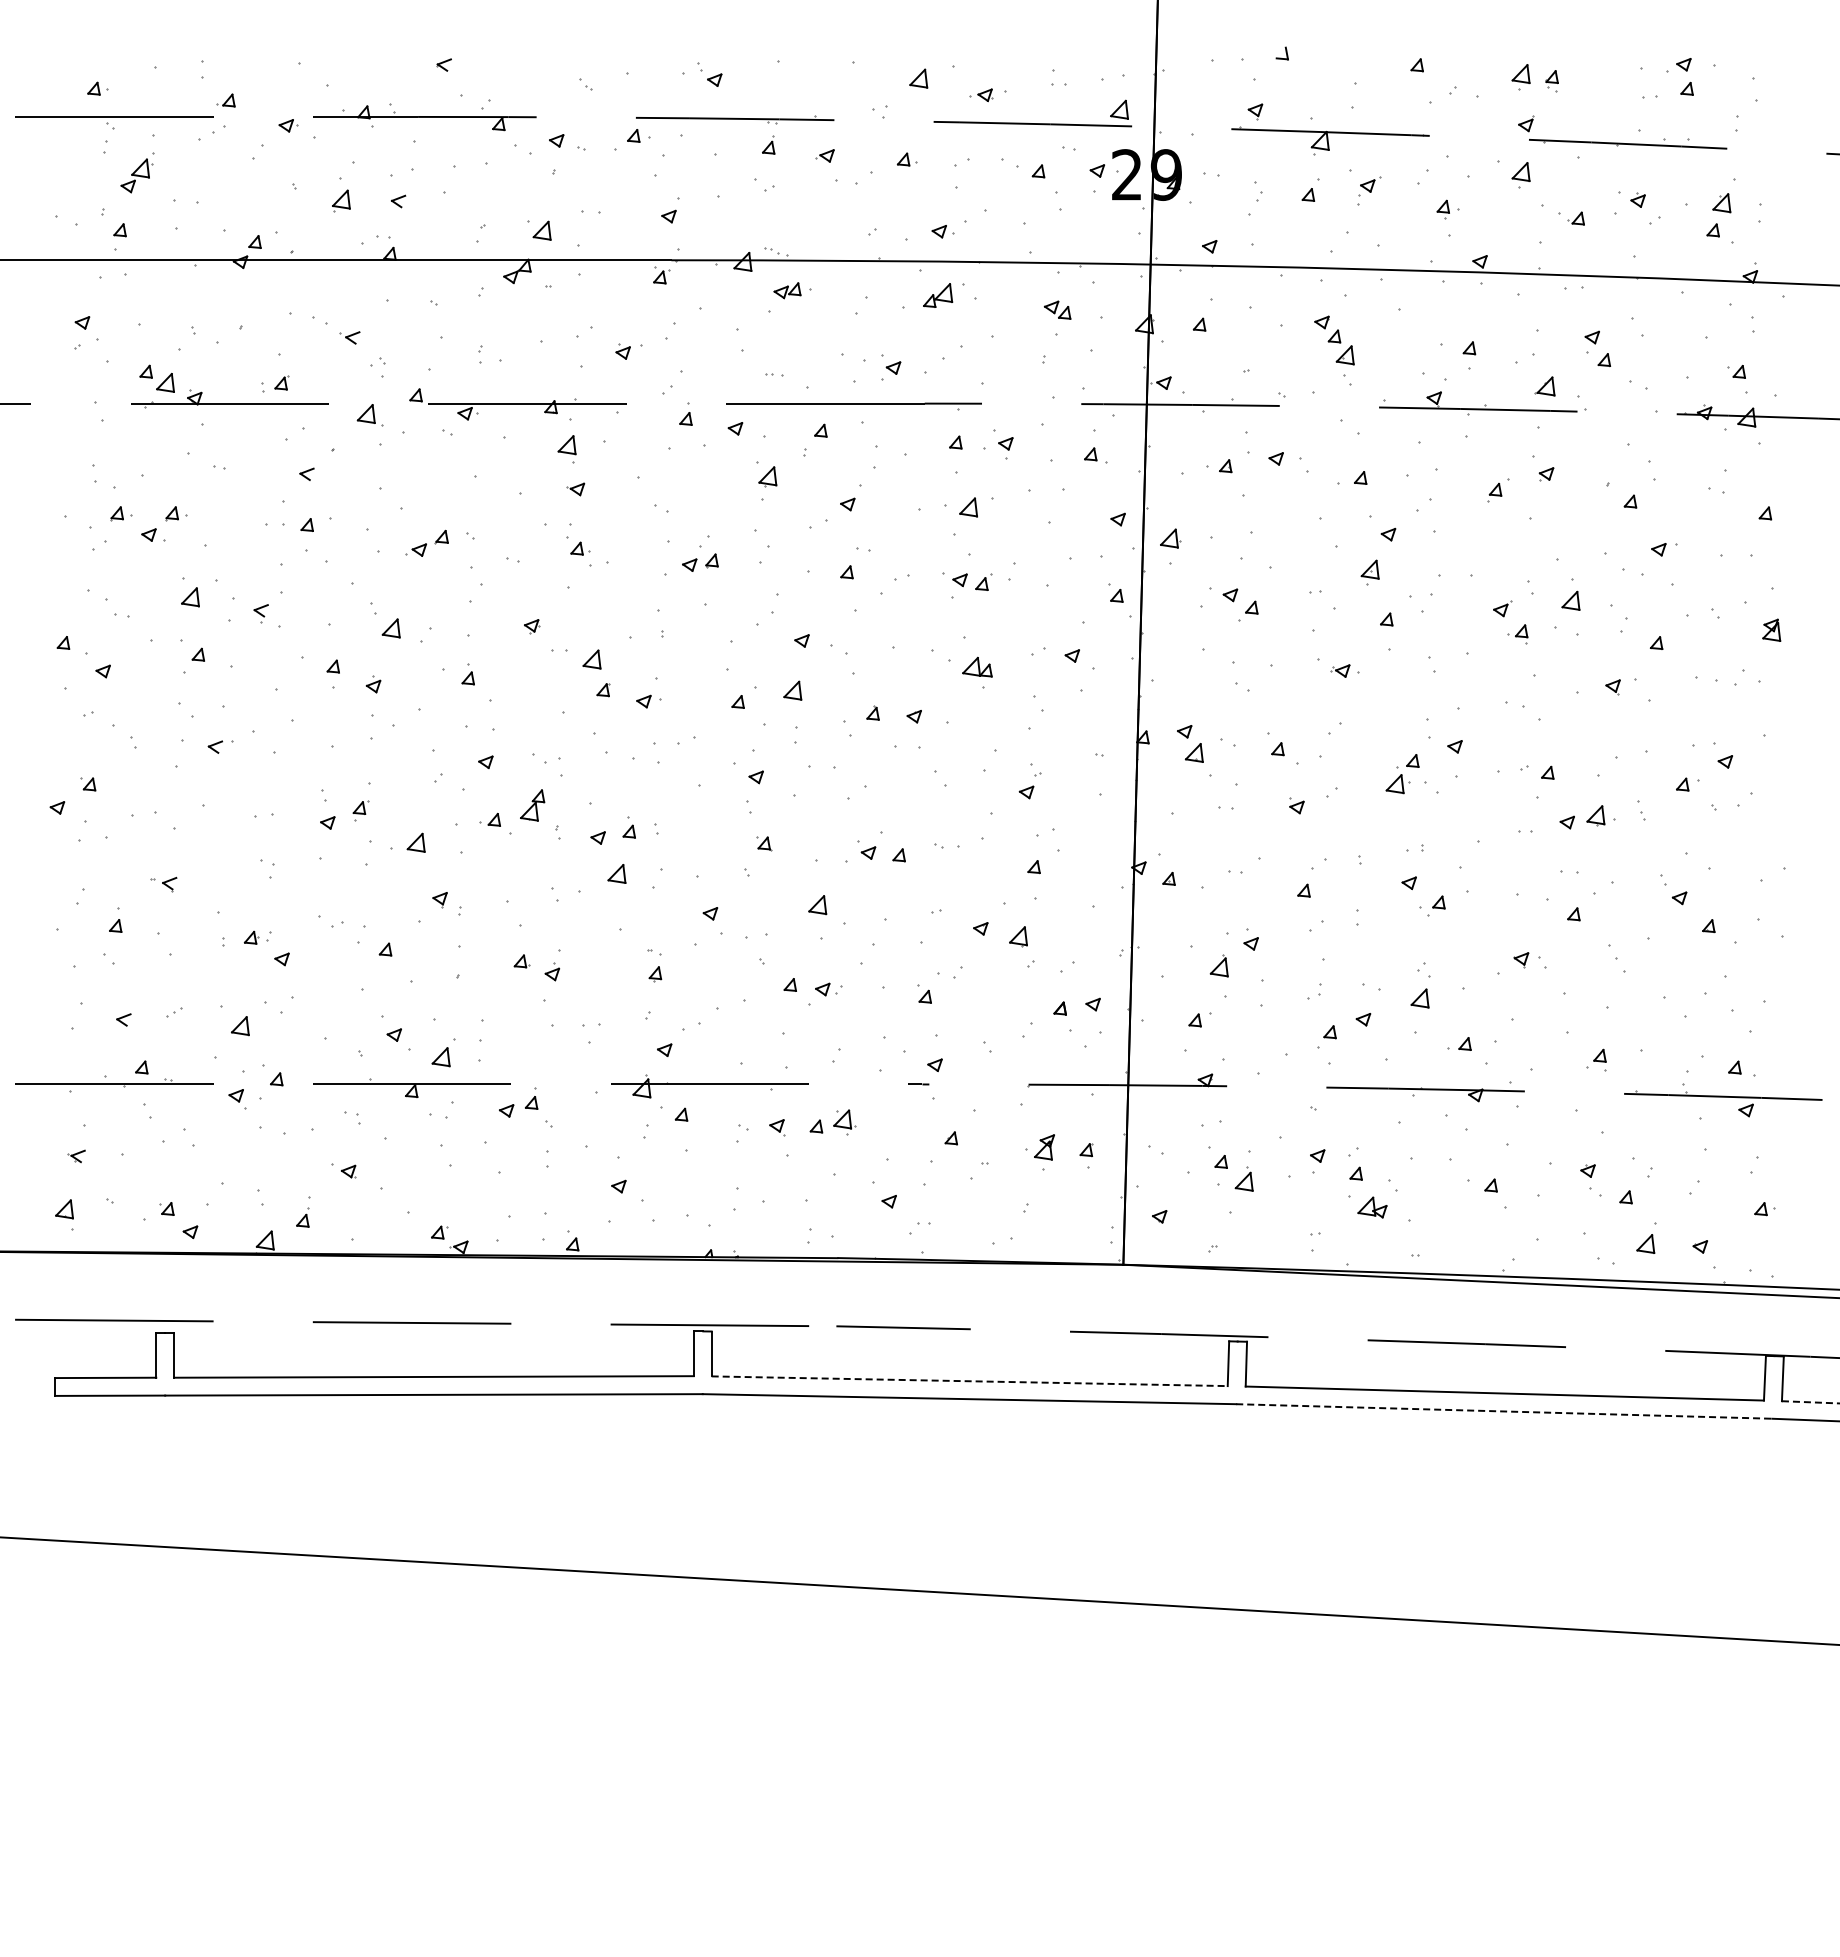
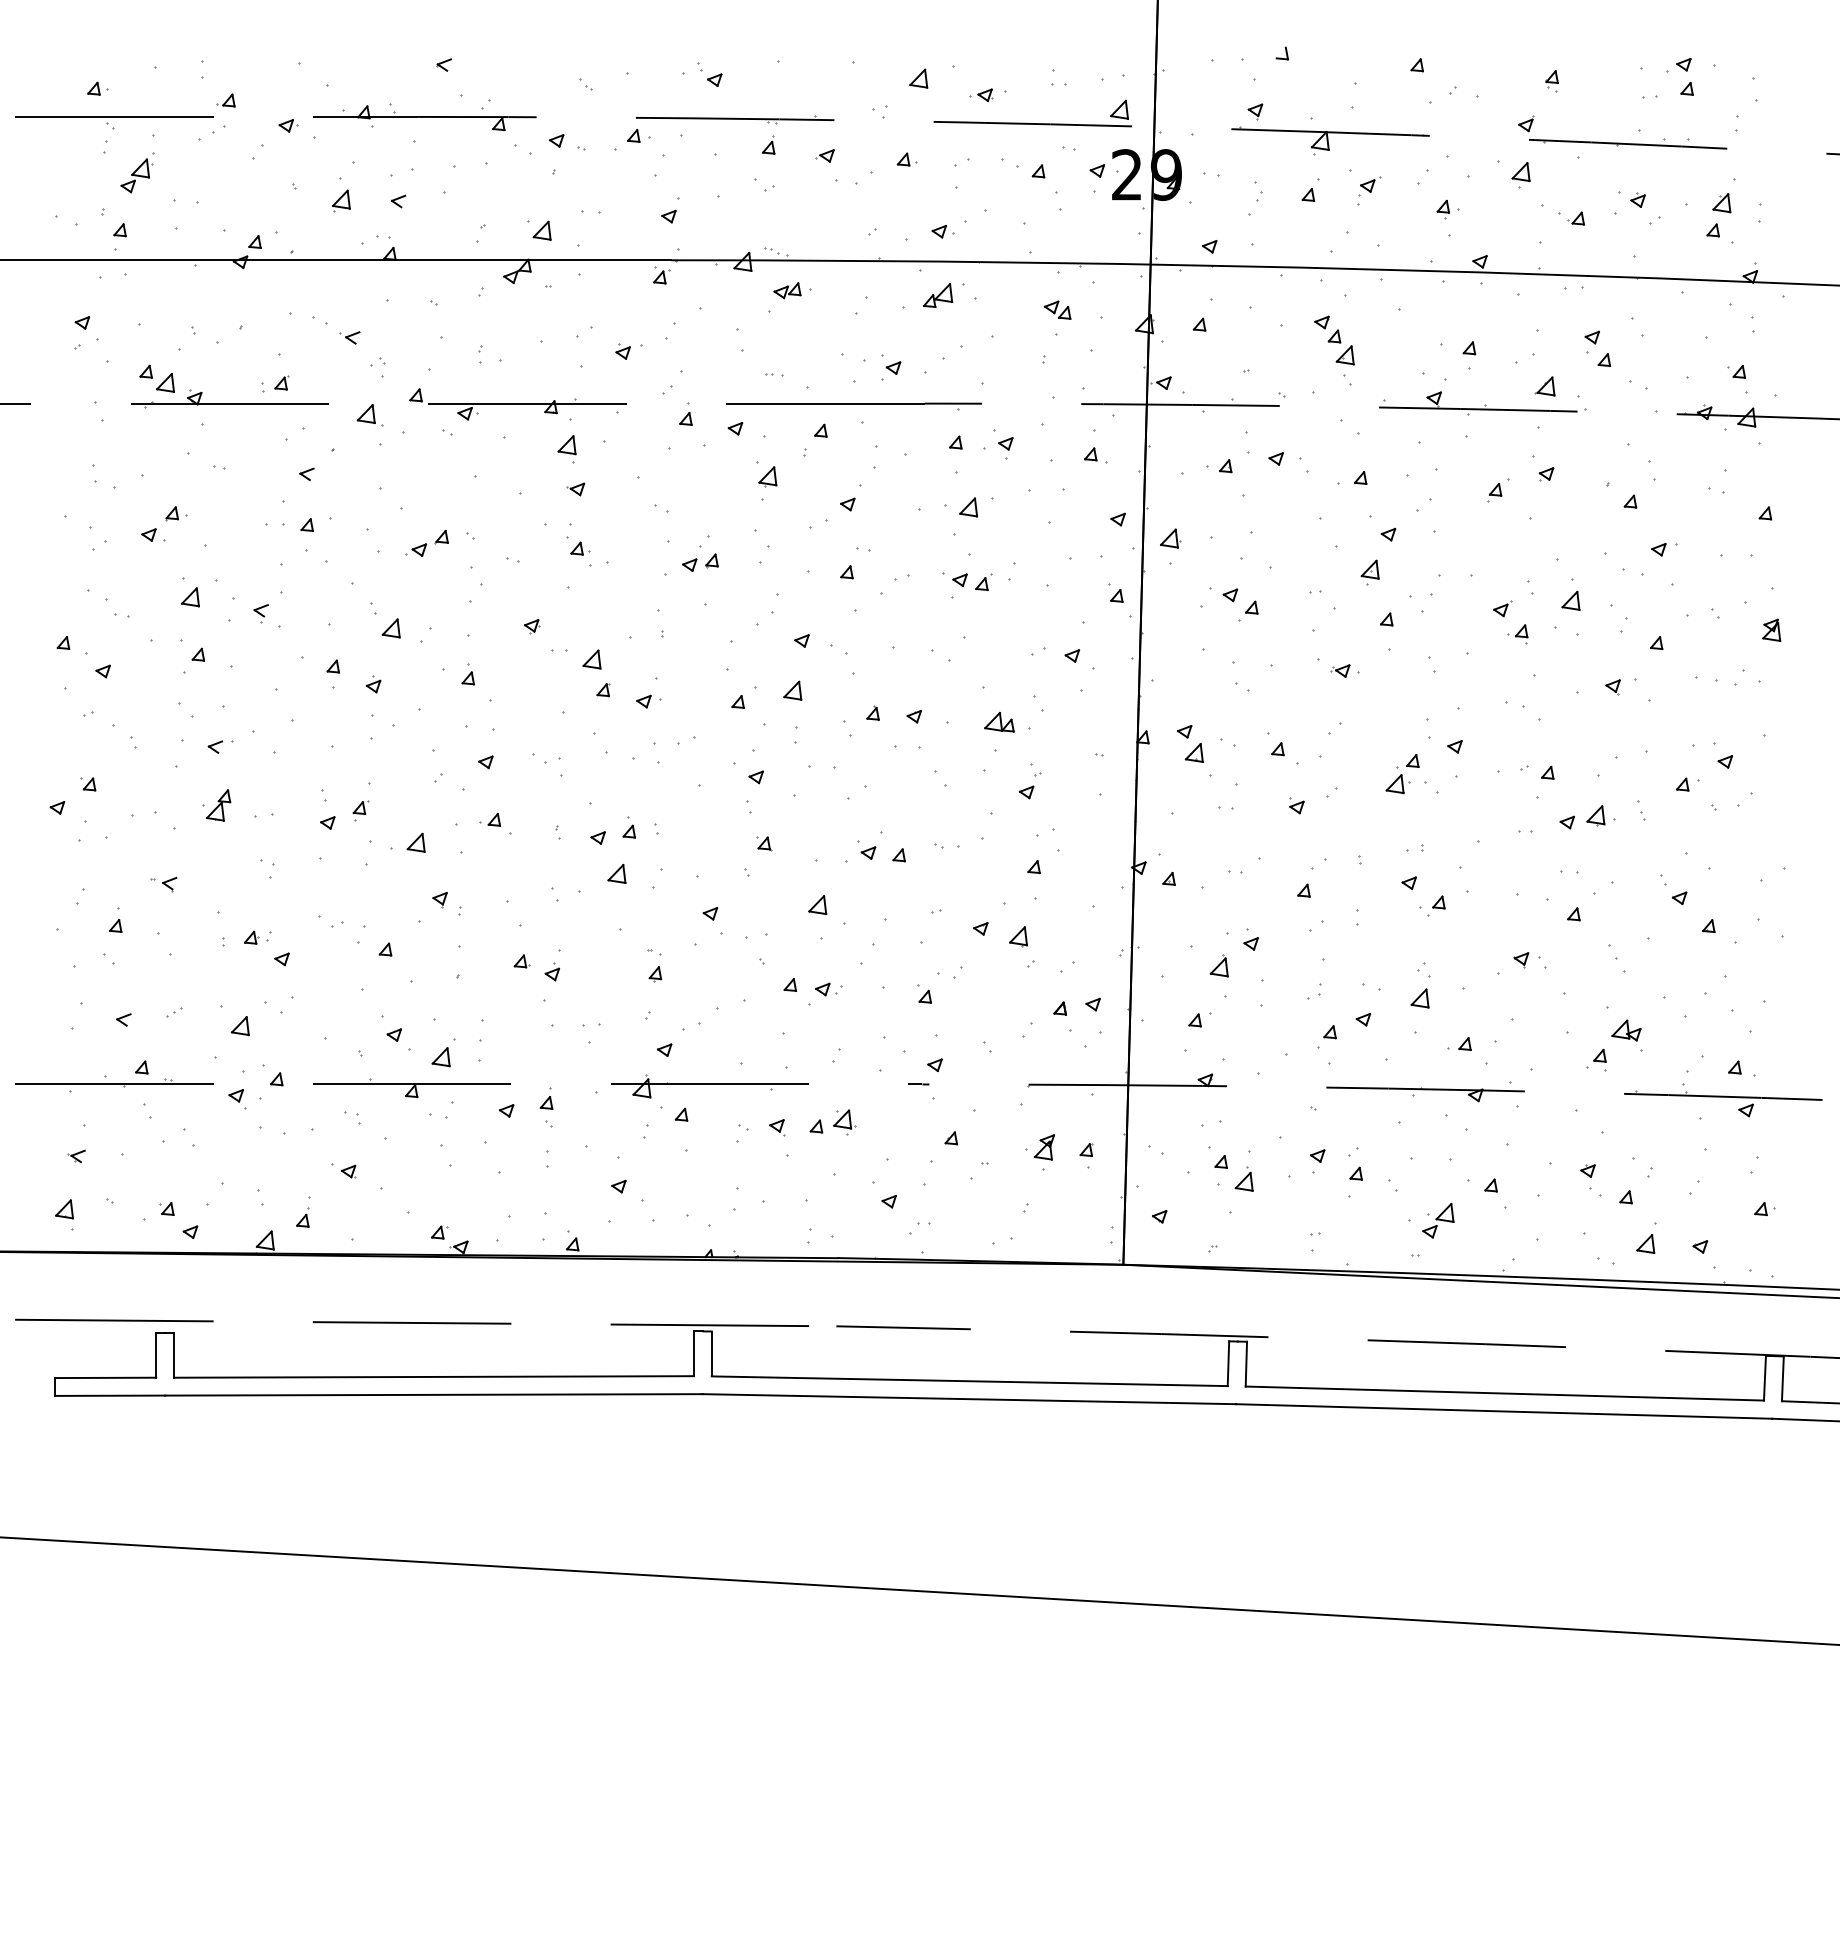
part at (1520, 77): present -> none
part at (121, 513): present -> none
part at (977, 666) position: (977, 666) -> (999, 721)
part at (532, 805) position: (532, 805) -> (218, 805)
part at (531, 1098) position: (531, 1098) -> (546, 1098)
part at (1372, 1207) position: (1372, 1207) -> (1626, 1030)
part at (1438, 1220): none -> present
line at (970, 1381): dashed -> solid
line at (1810, 1402): dashed -> solid
line at (1504, 1411): dashed -> solid
